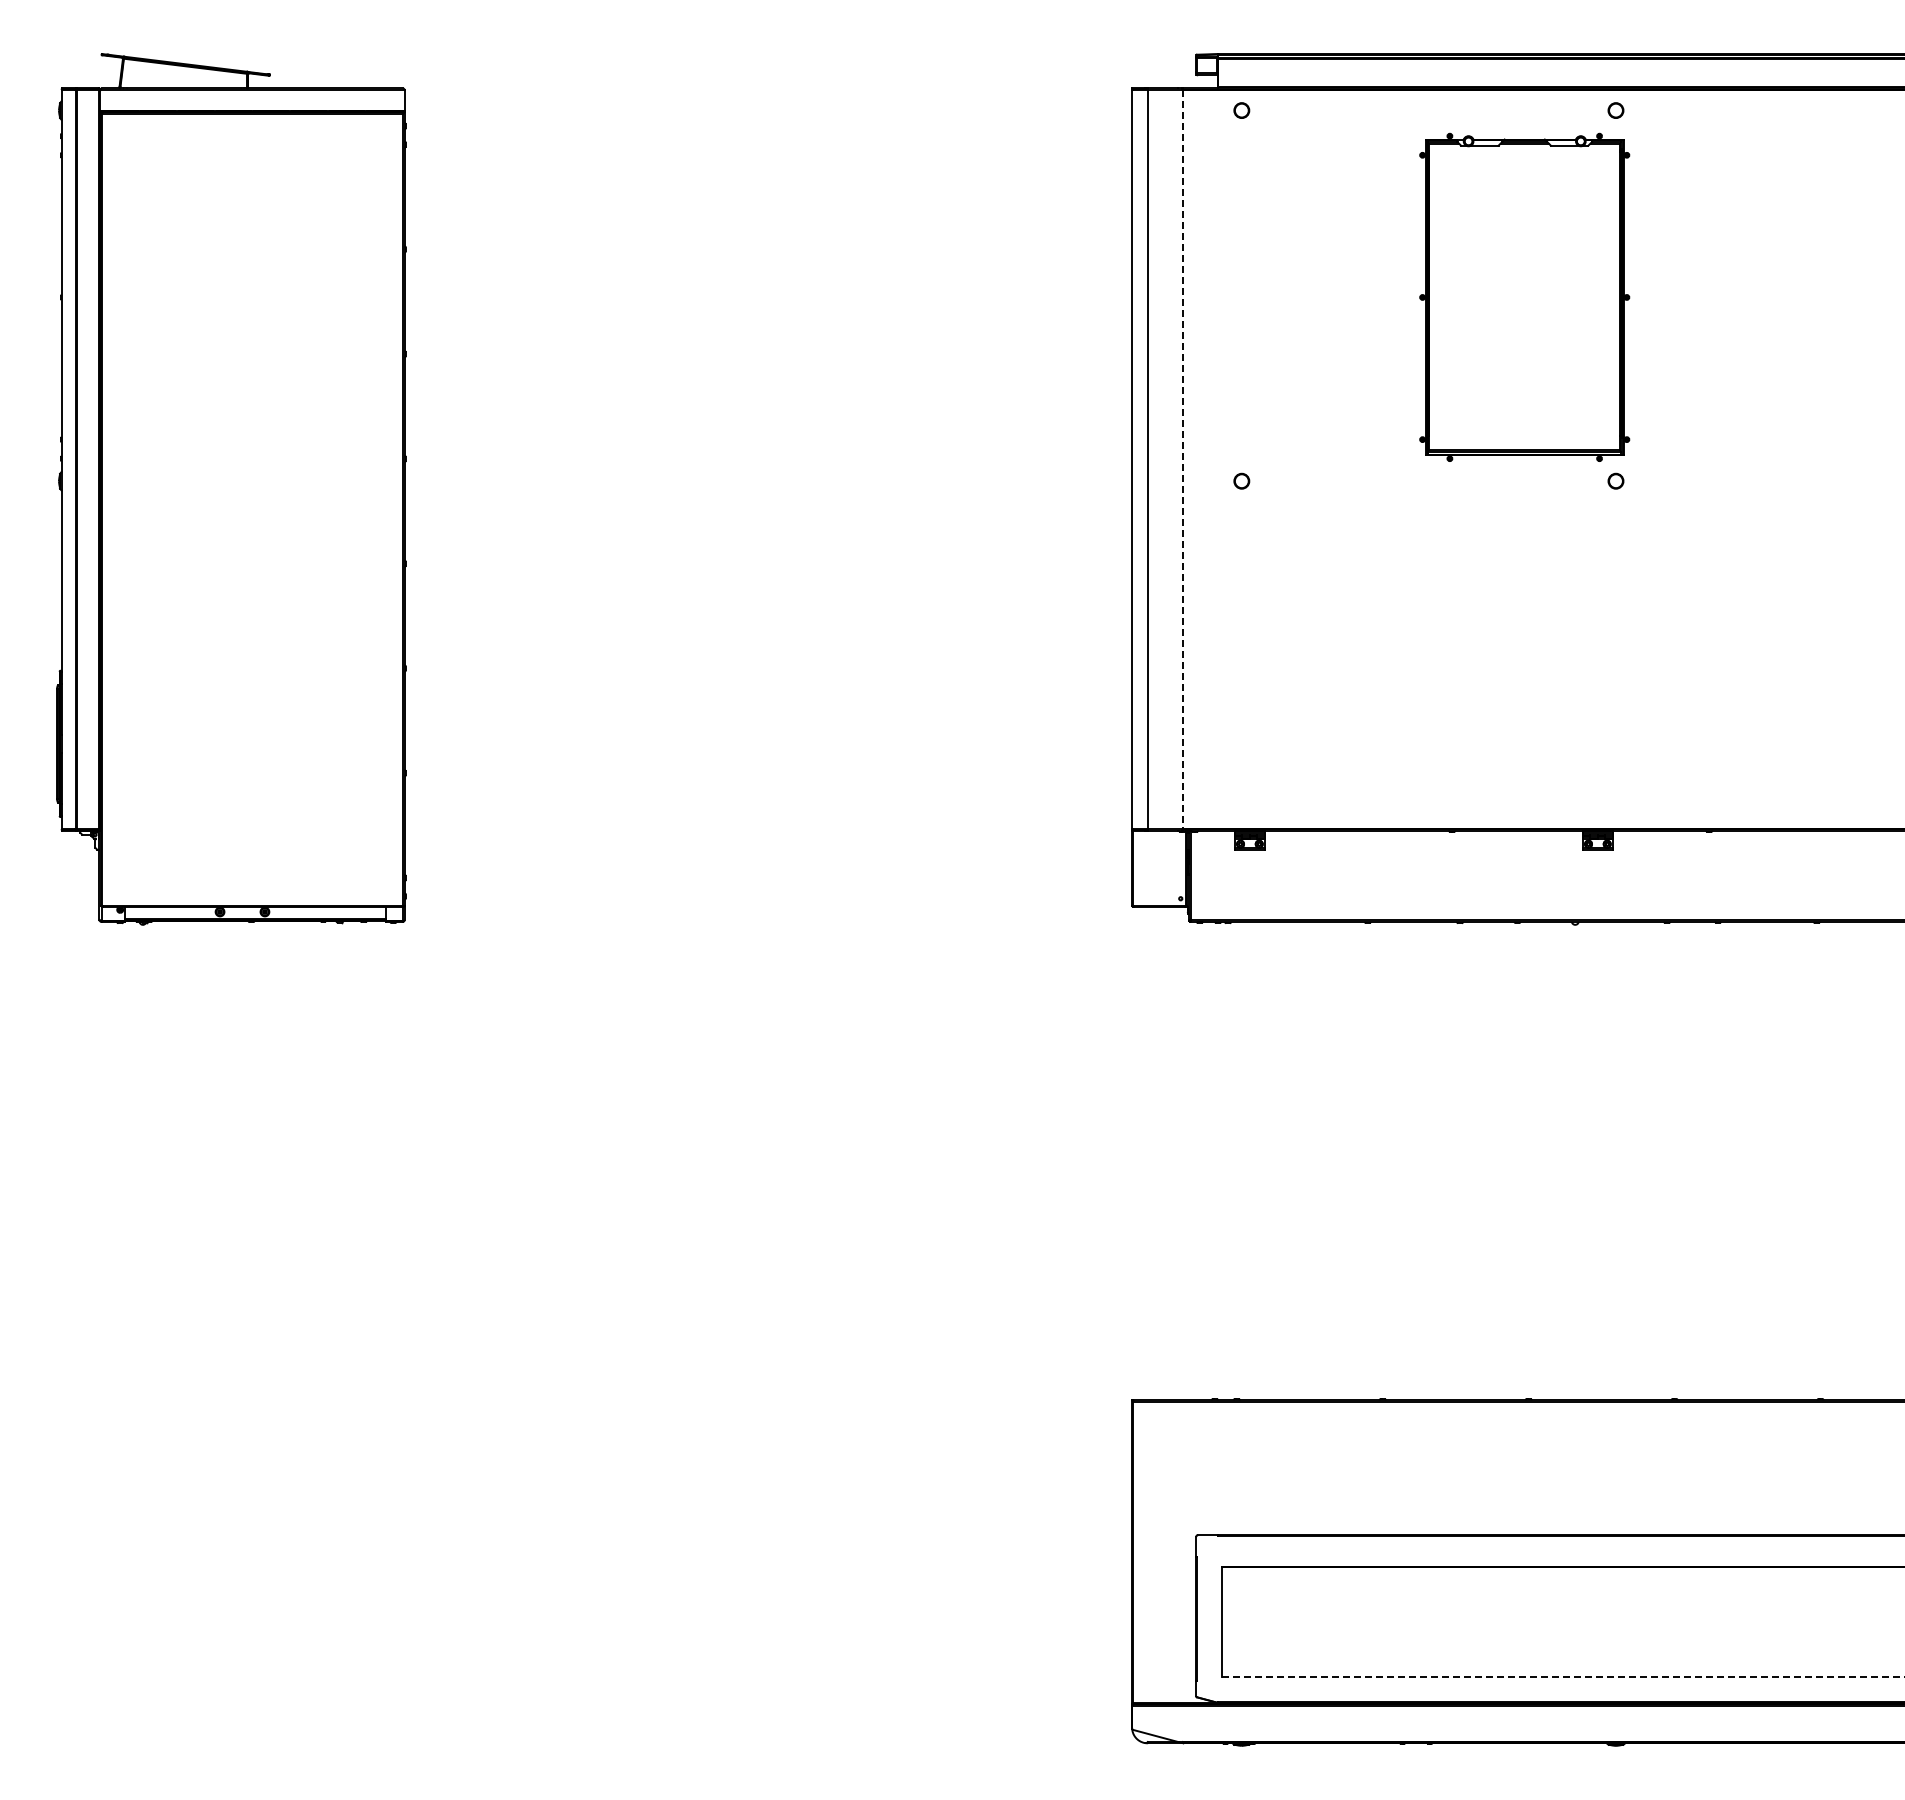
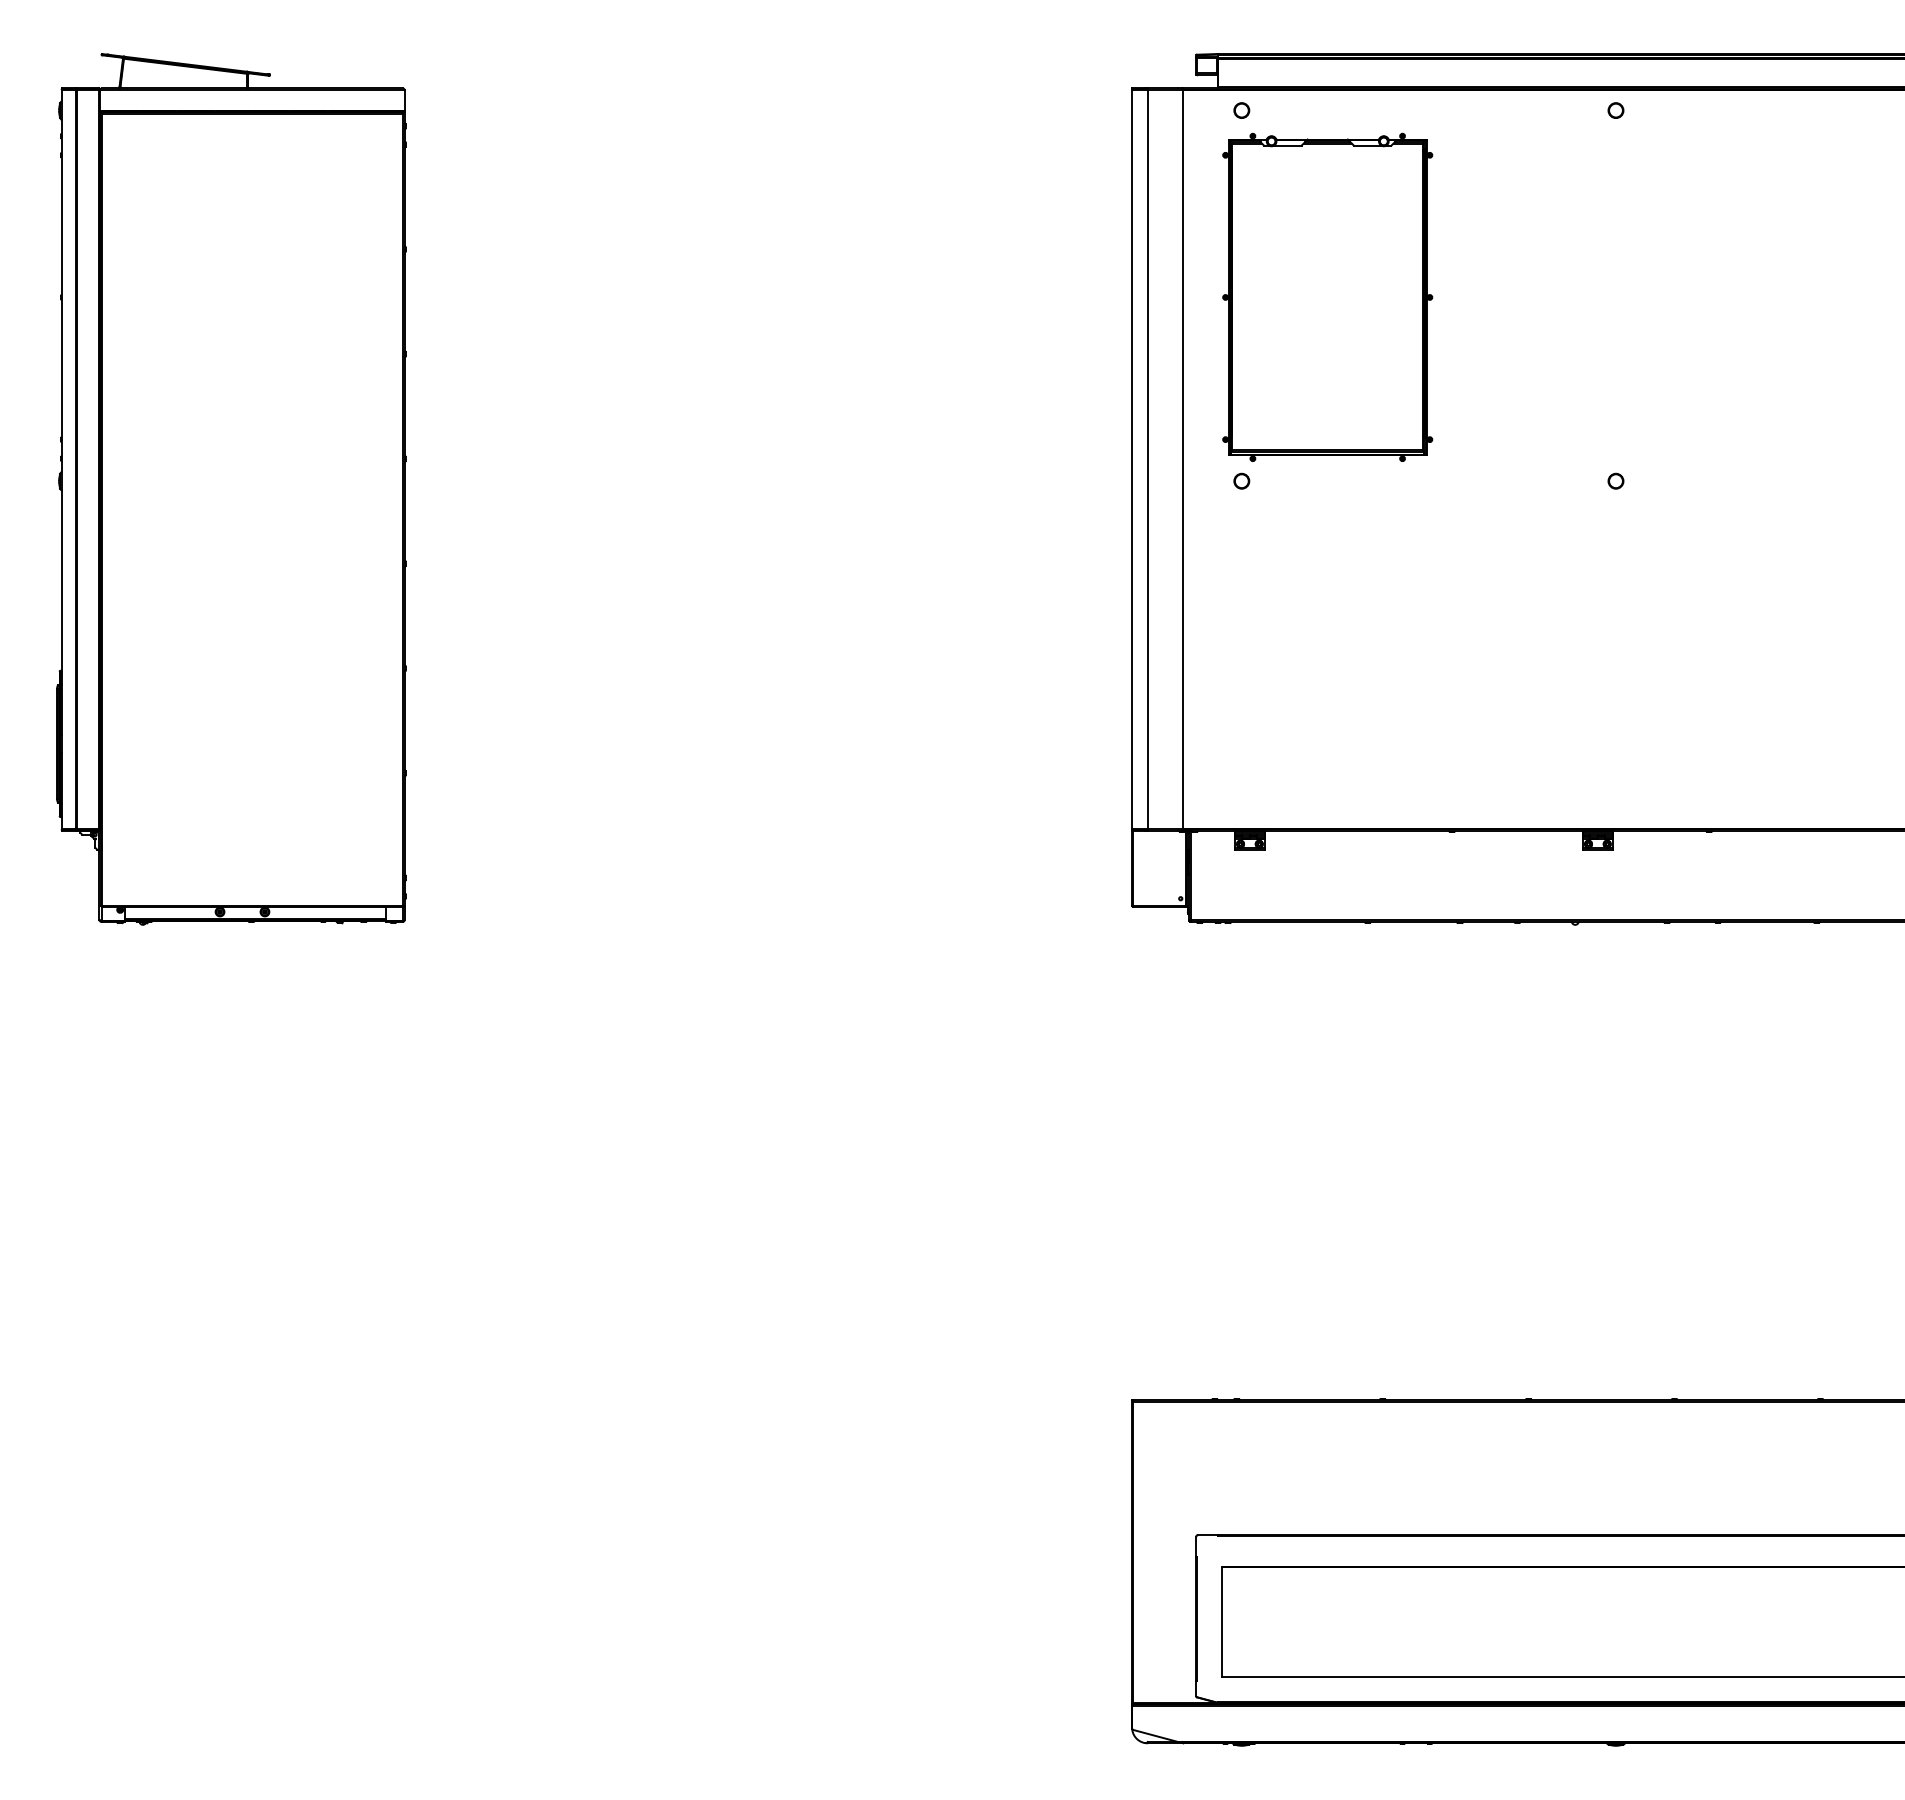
part at (1524, 296) position: (1524, 296) -> (1327, 296)
line at (1183, 459): dashed -> solid
line at (1564, 1676): dashed -> solid
